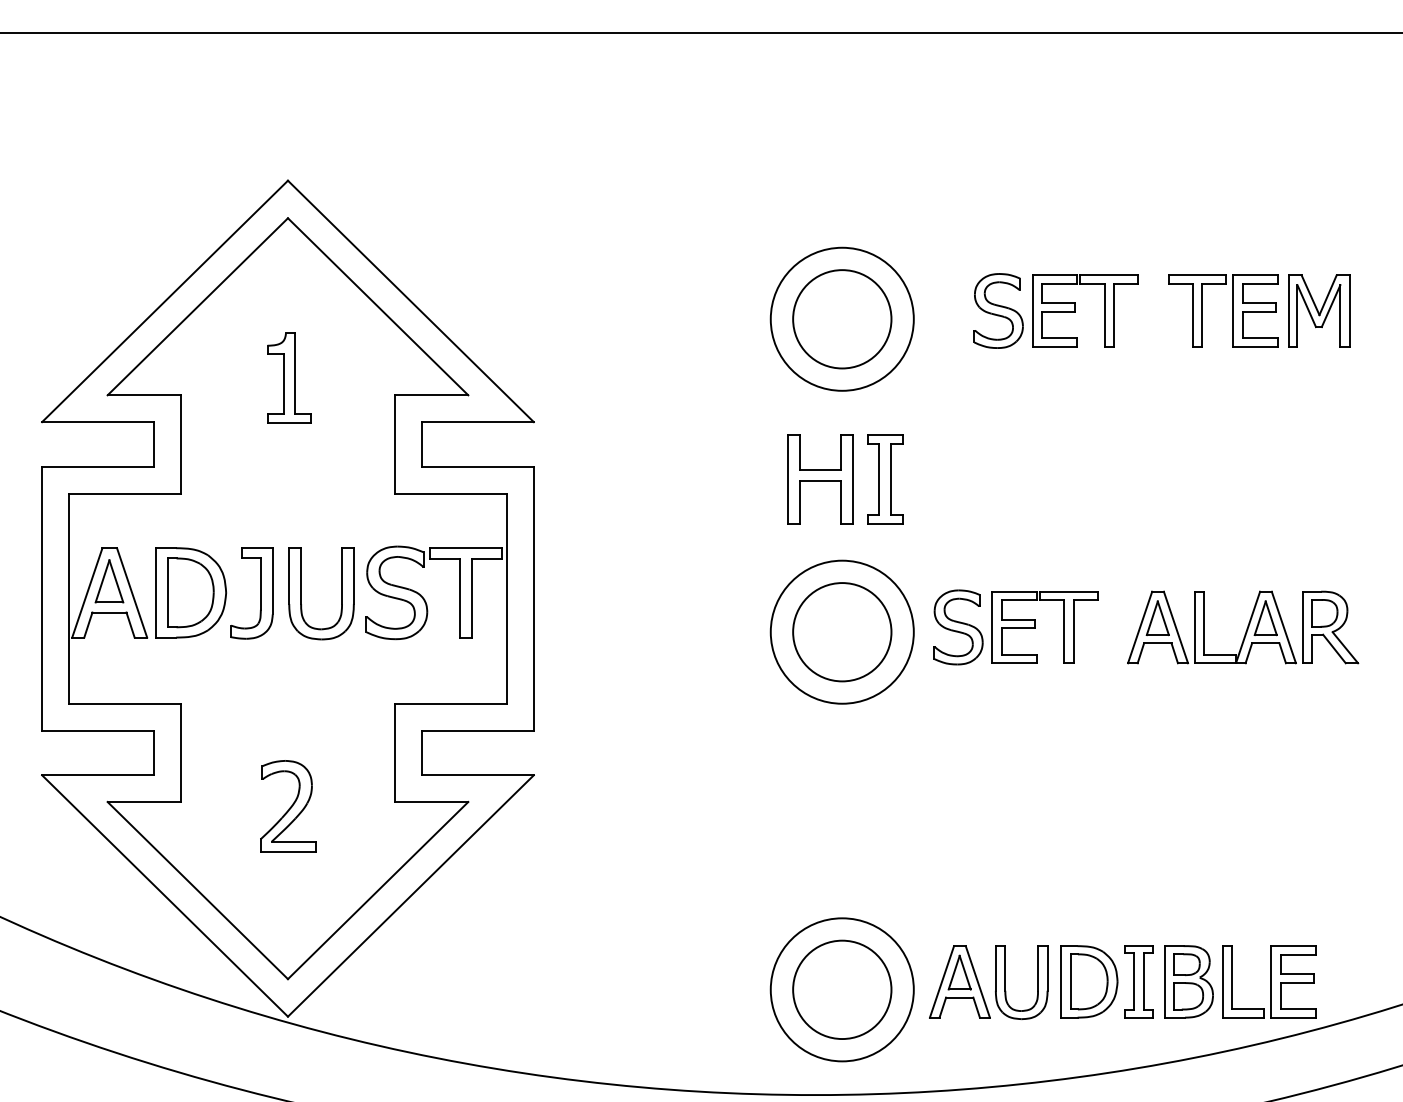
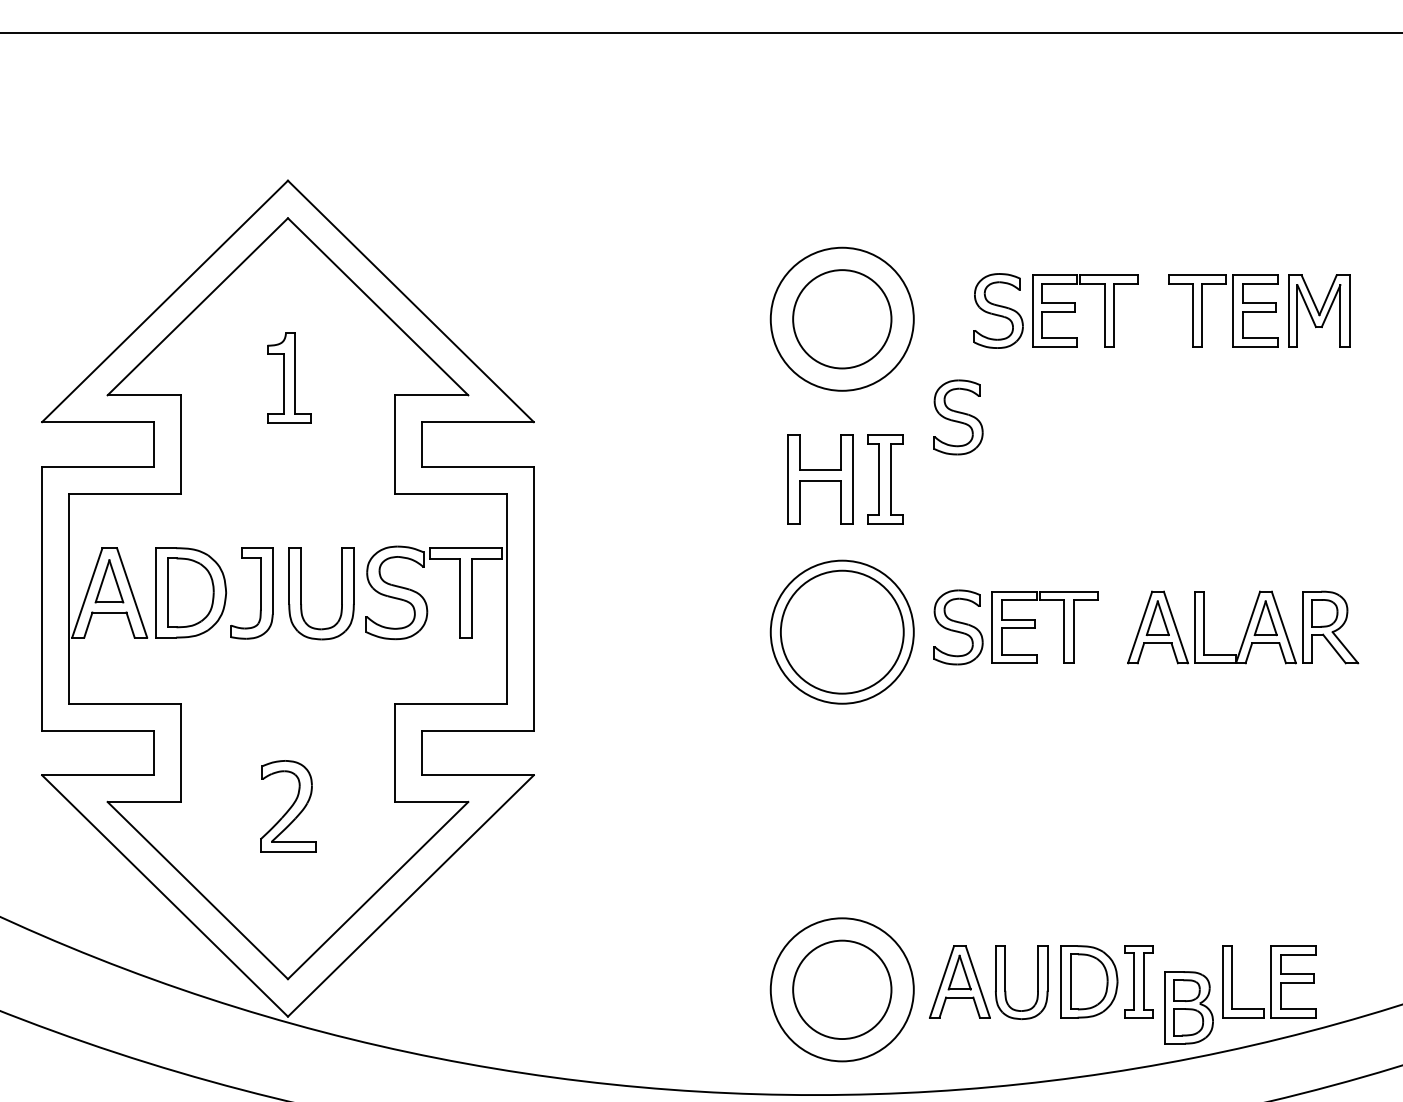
part at (958, 417): none -> present
circle at (842, 632) diameter: 98 px -> 123 px
part at (1188, 981) position: (1188, 981) -> (1188, 1007)
